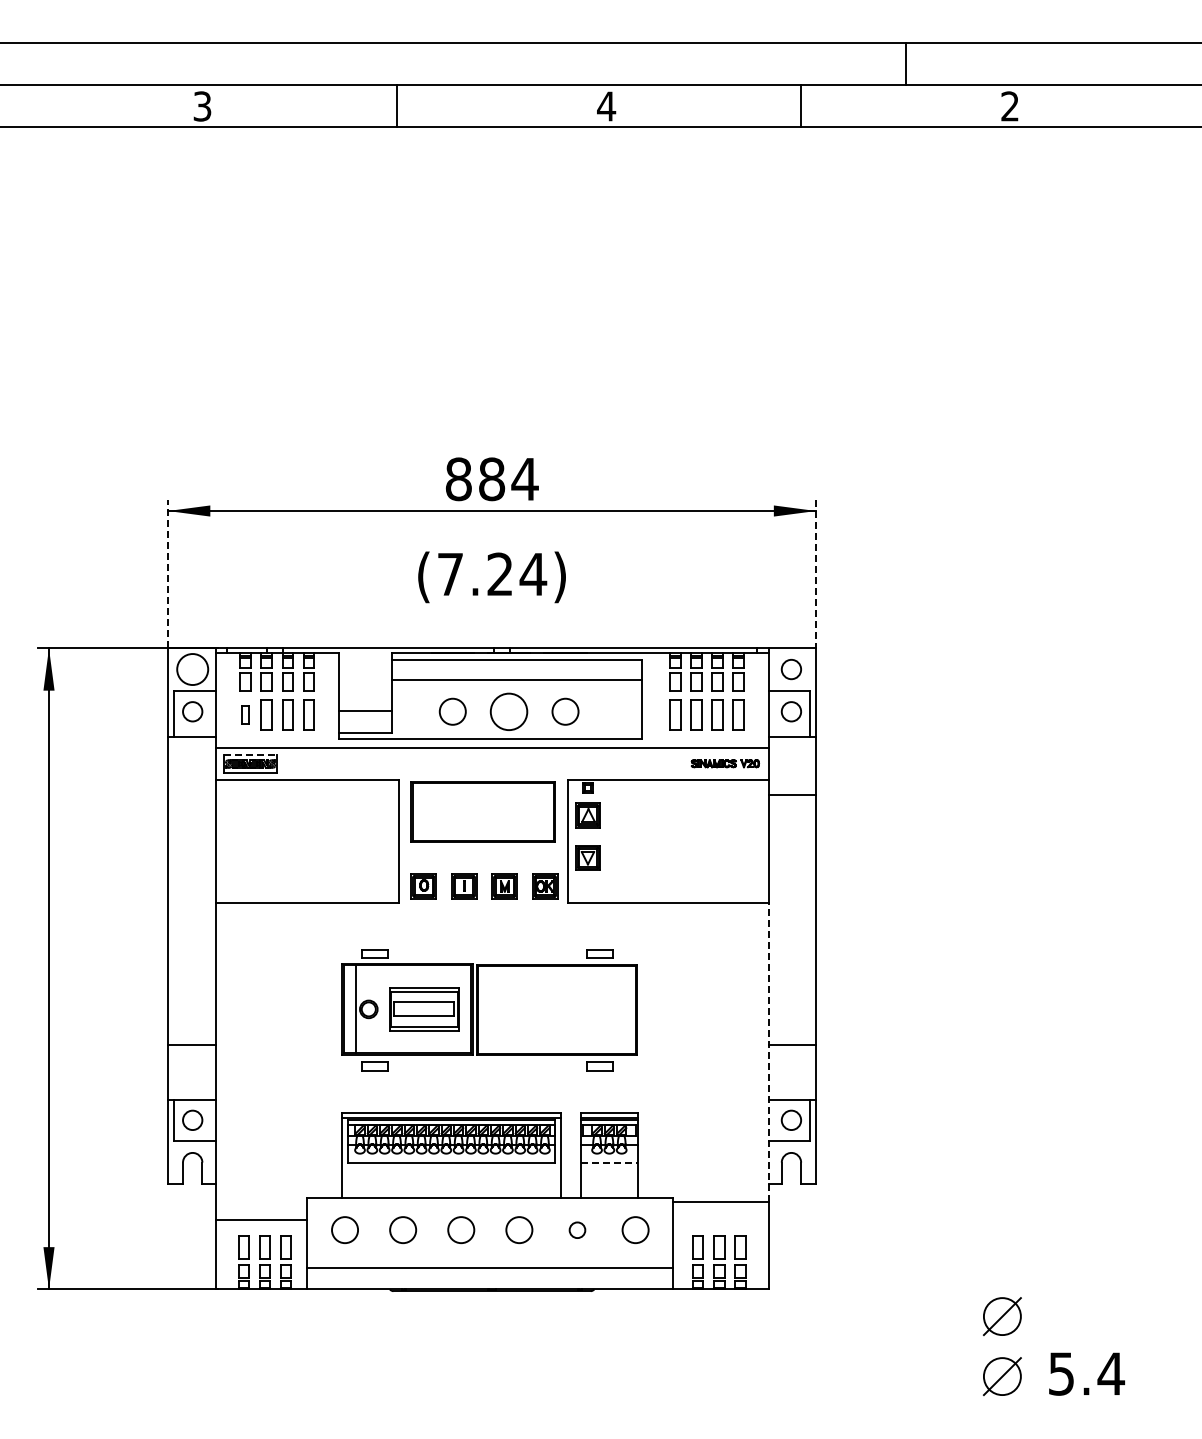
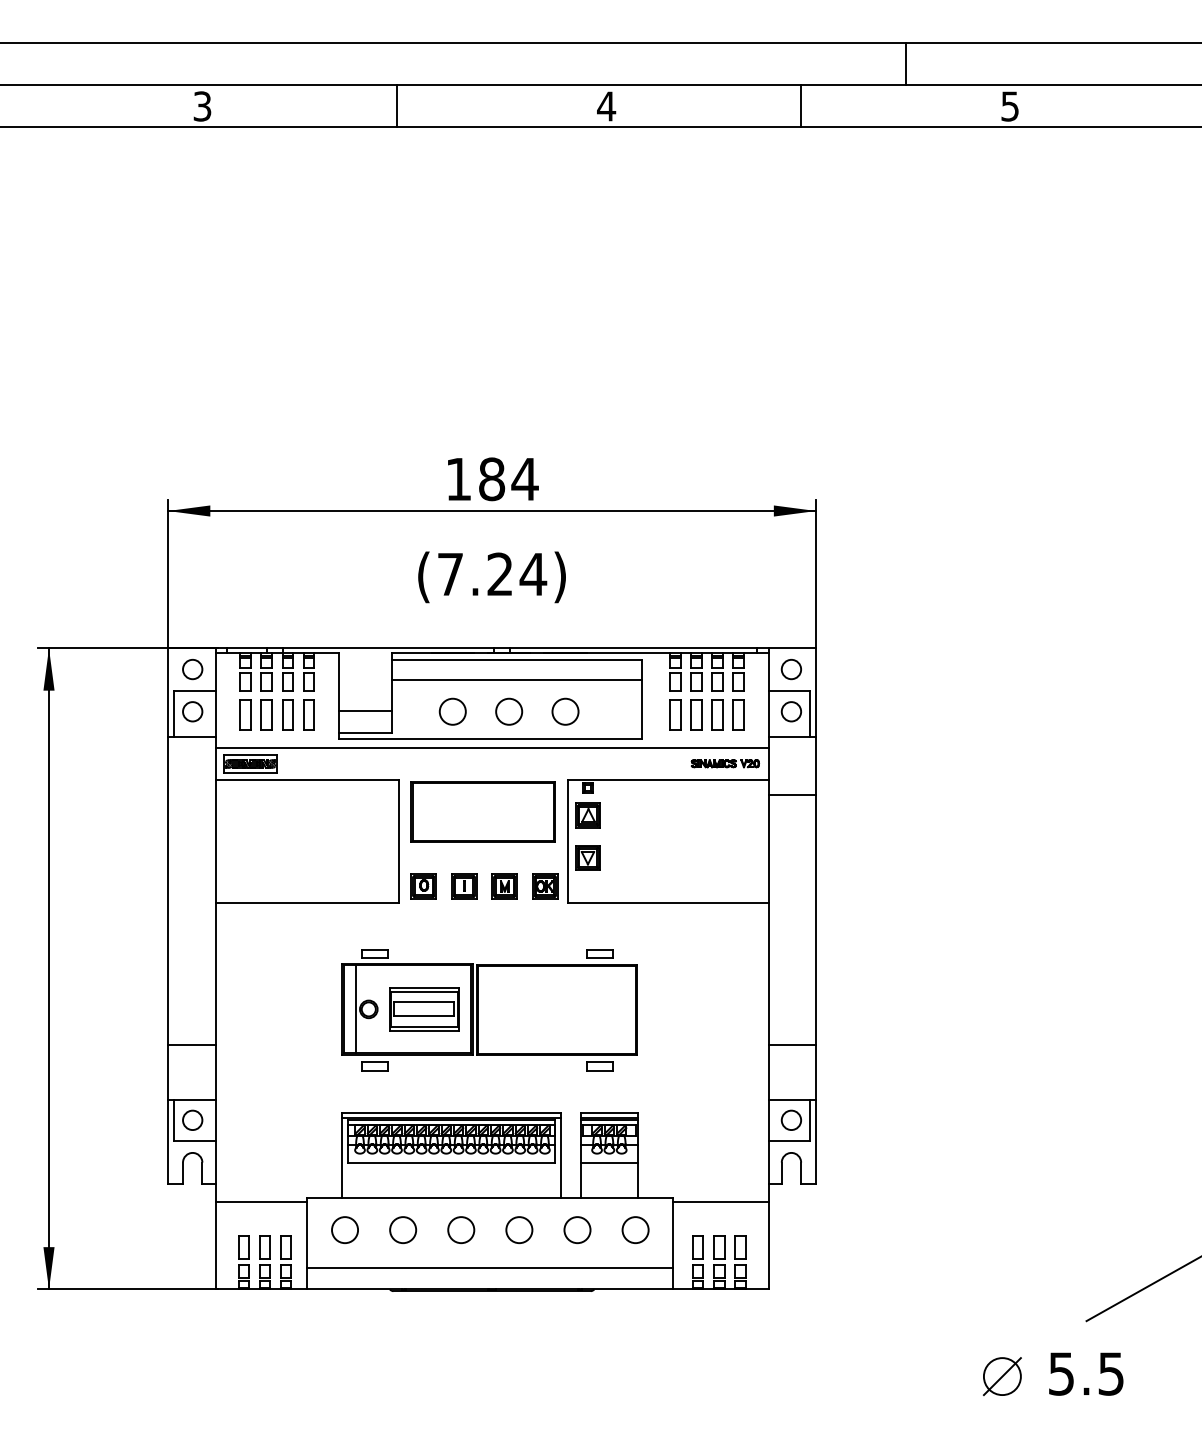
text at (1009, 106): 2 -> 5
text at (458, 479): 884 -> 184
line at (168, 574): dashed -> solid
line at (816, 574): dashed -> solid
circle at (192, 669) diameter: 31 px -> 19 px
circle at (508, 711) size: 40x39 px -> 29x29 px
part at (245, 714) size: 9x20 px -> 13x32 px
line at (251, 755): dashed -> solid
line at (768, 1052): dashed -> solid
line at (609, 1162): dashed -> solid
line at (261, 1219) position: (261, 1219) -> (261, 1201)
circle at (577, 1229) size: 19x18 px -> 29x29 px
line at (1142, 1289): none -> present
part at (1002, 1316): present -> none
text at (1111, 1373): 5.4 -> 5.5
